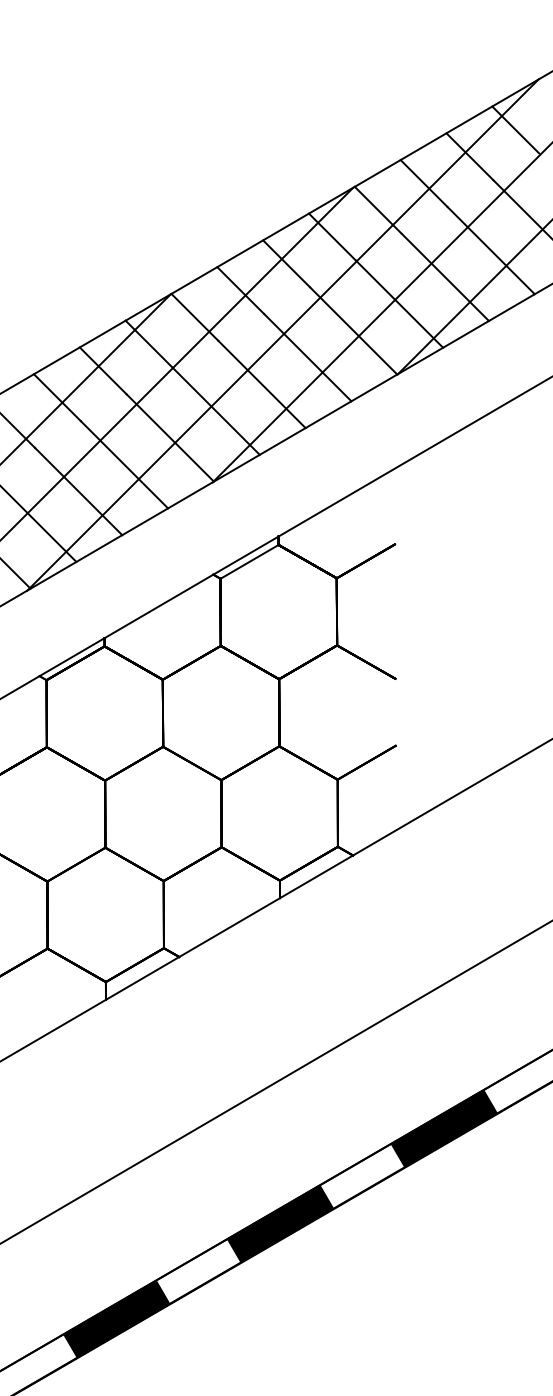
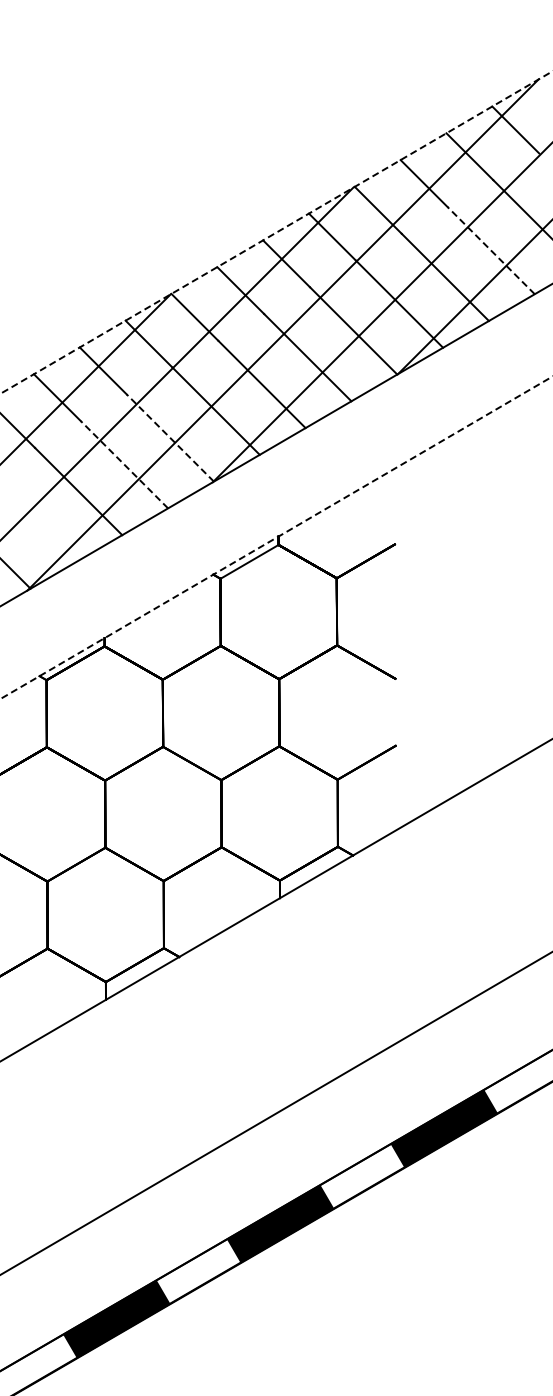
line at (276, 232): solid -> dashed
line at (491, 250): solid -> dashed
line at (170, 438): solid -> dashed
line at (124, 464): solid -> dashed
line at (39, 524): present -> none
line at (276, 537): solid -> dashed
line at (275, 1082) position: (275, 1082) -> (275, 1113)
